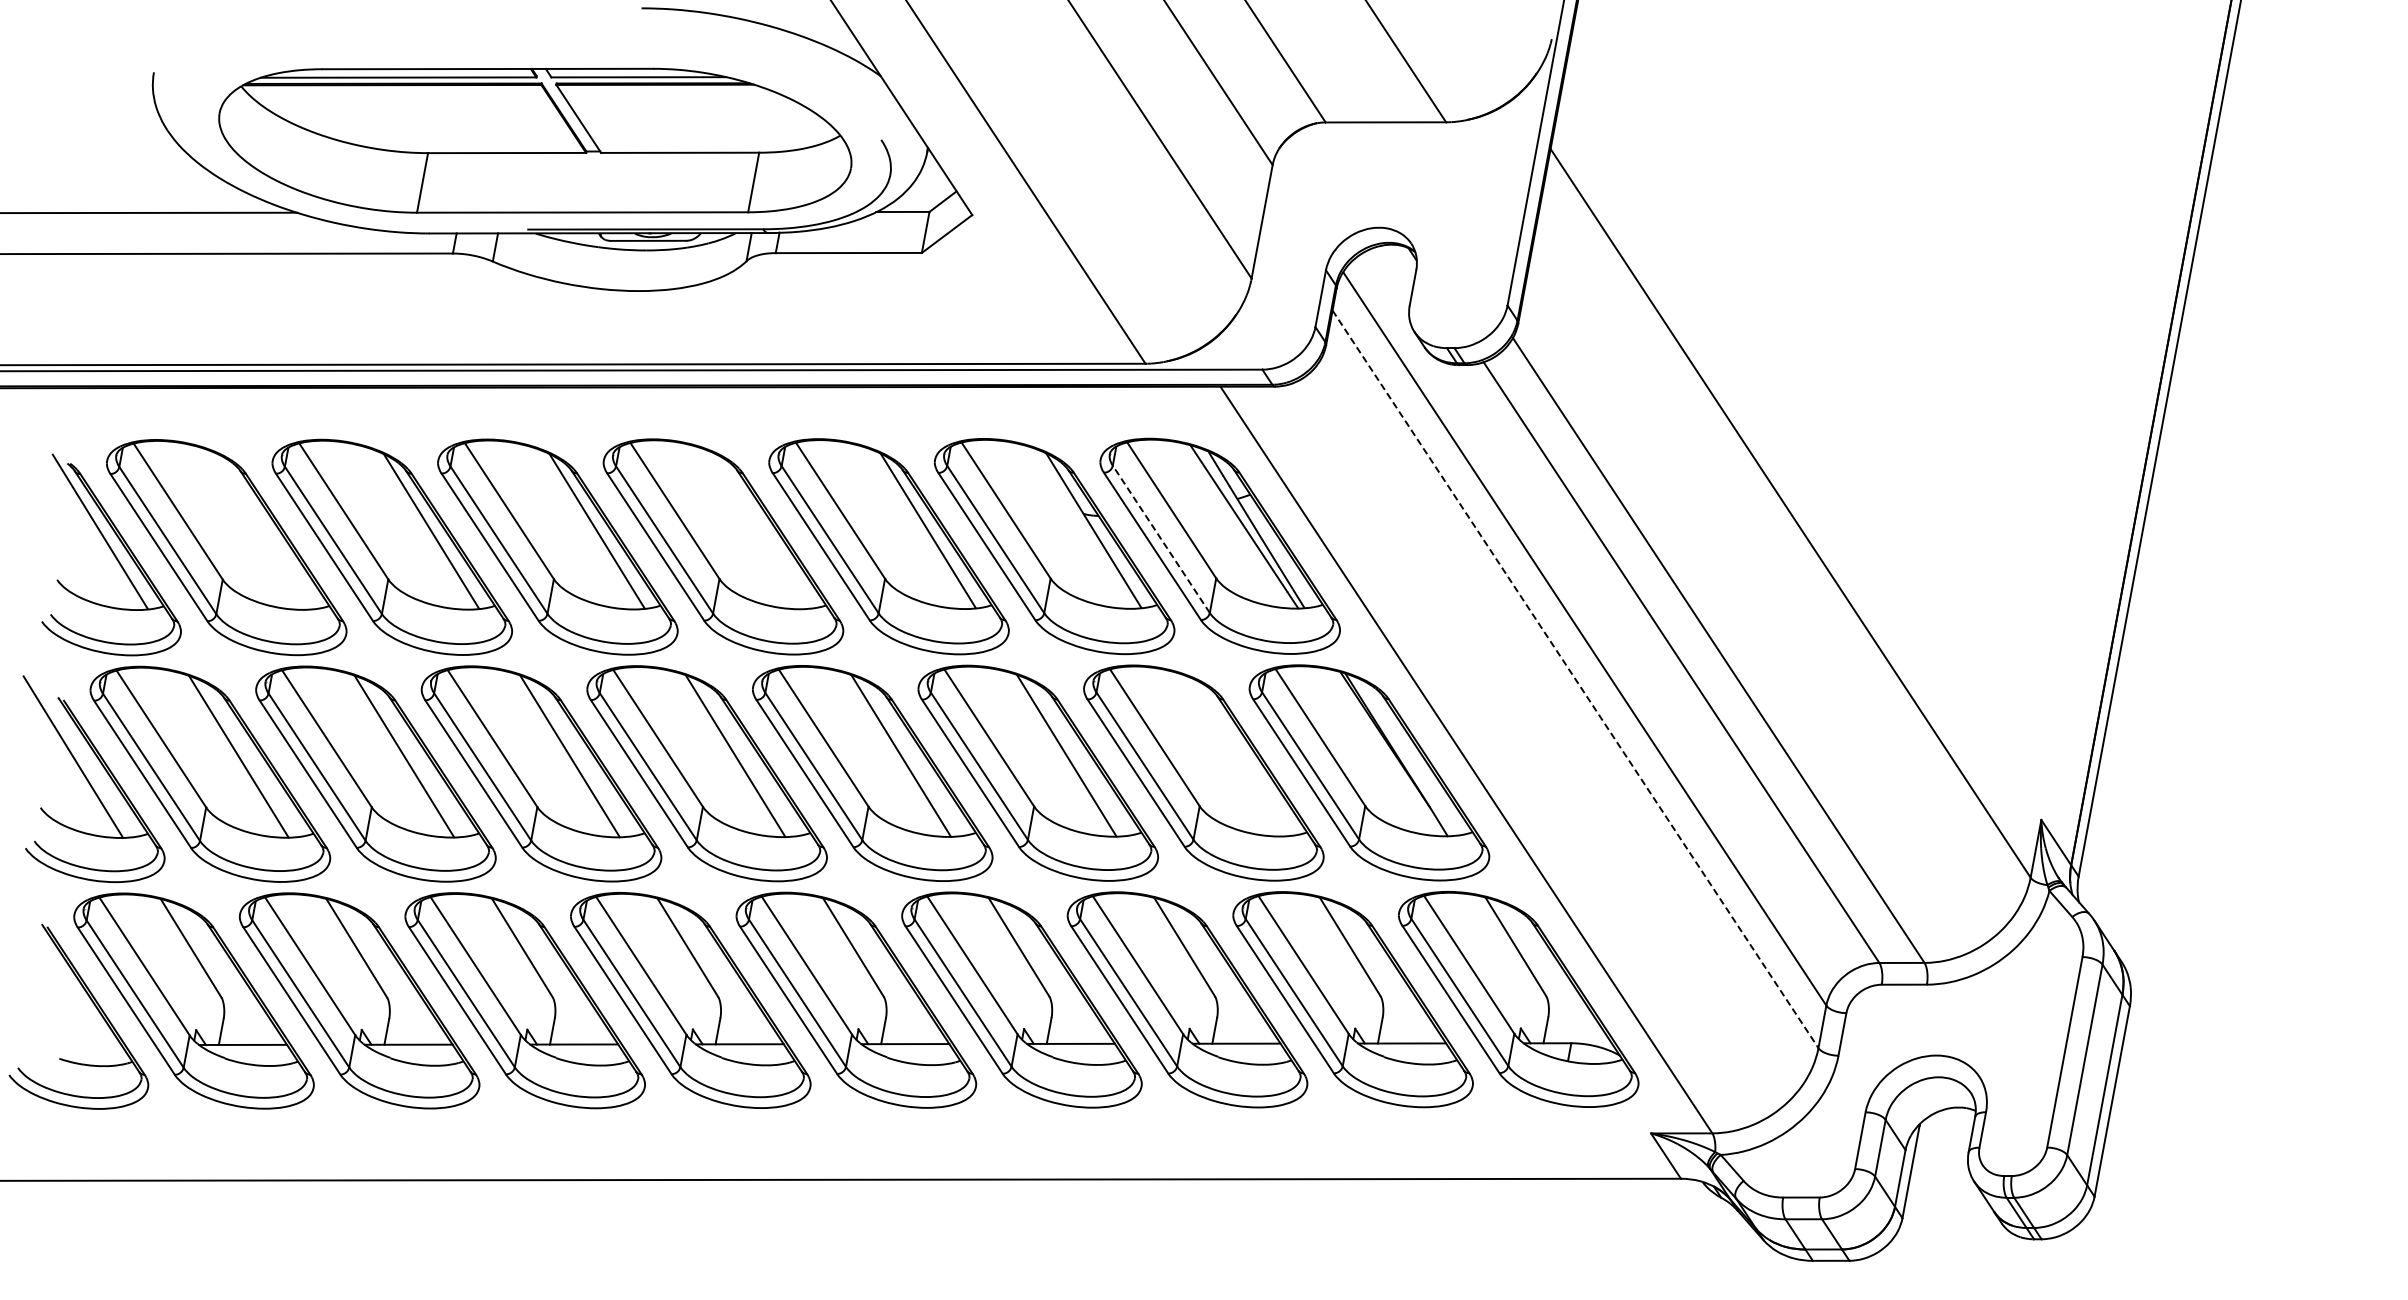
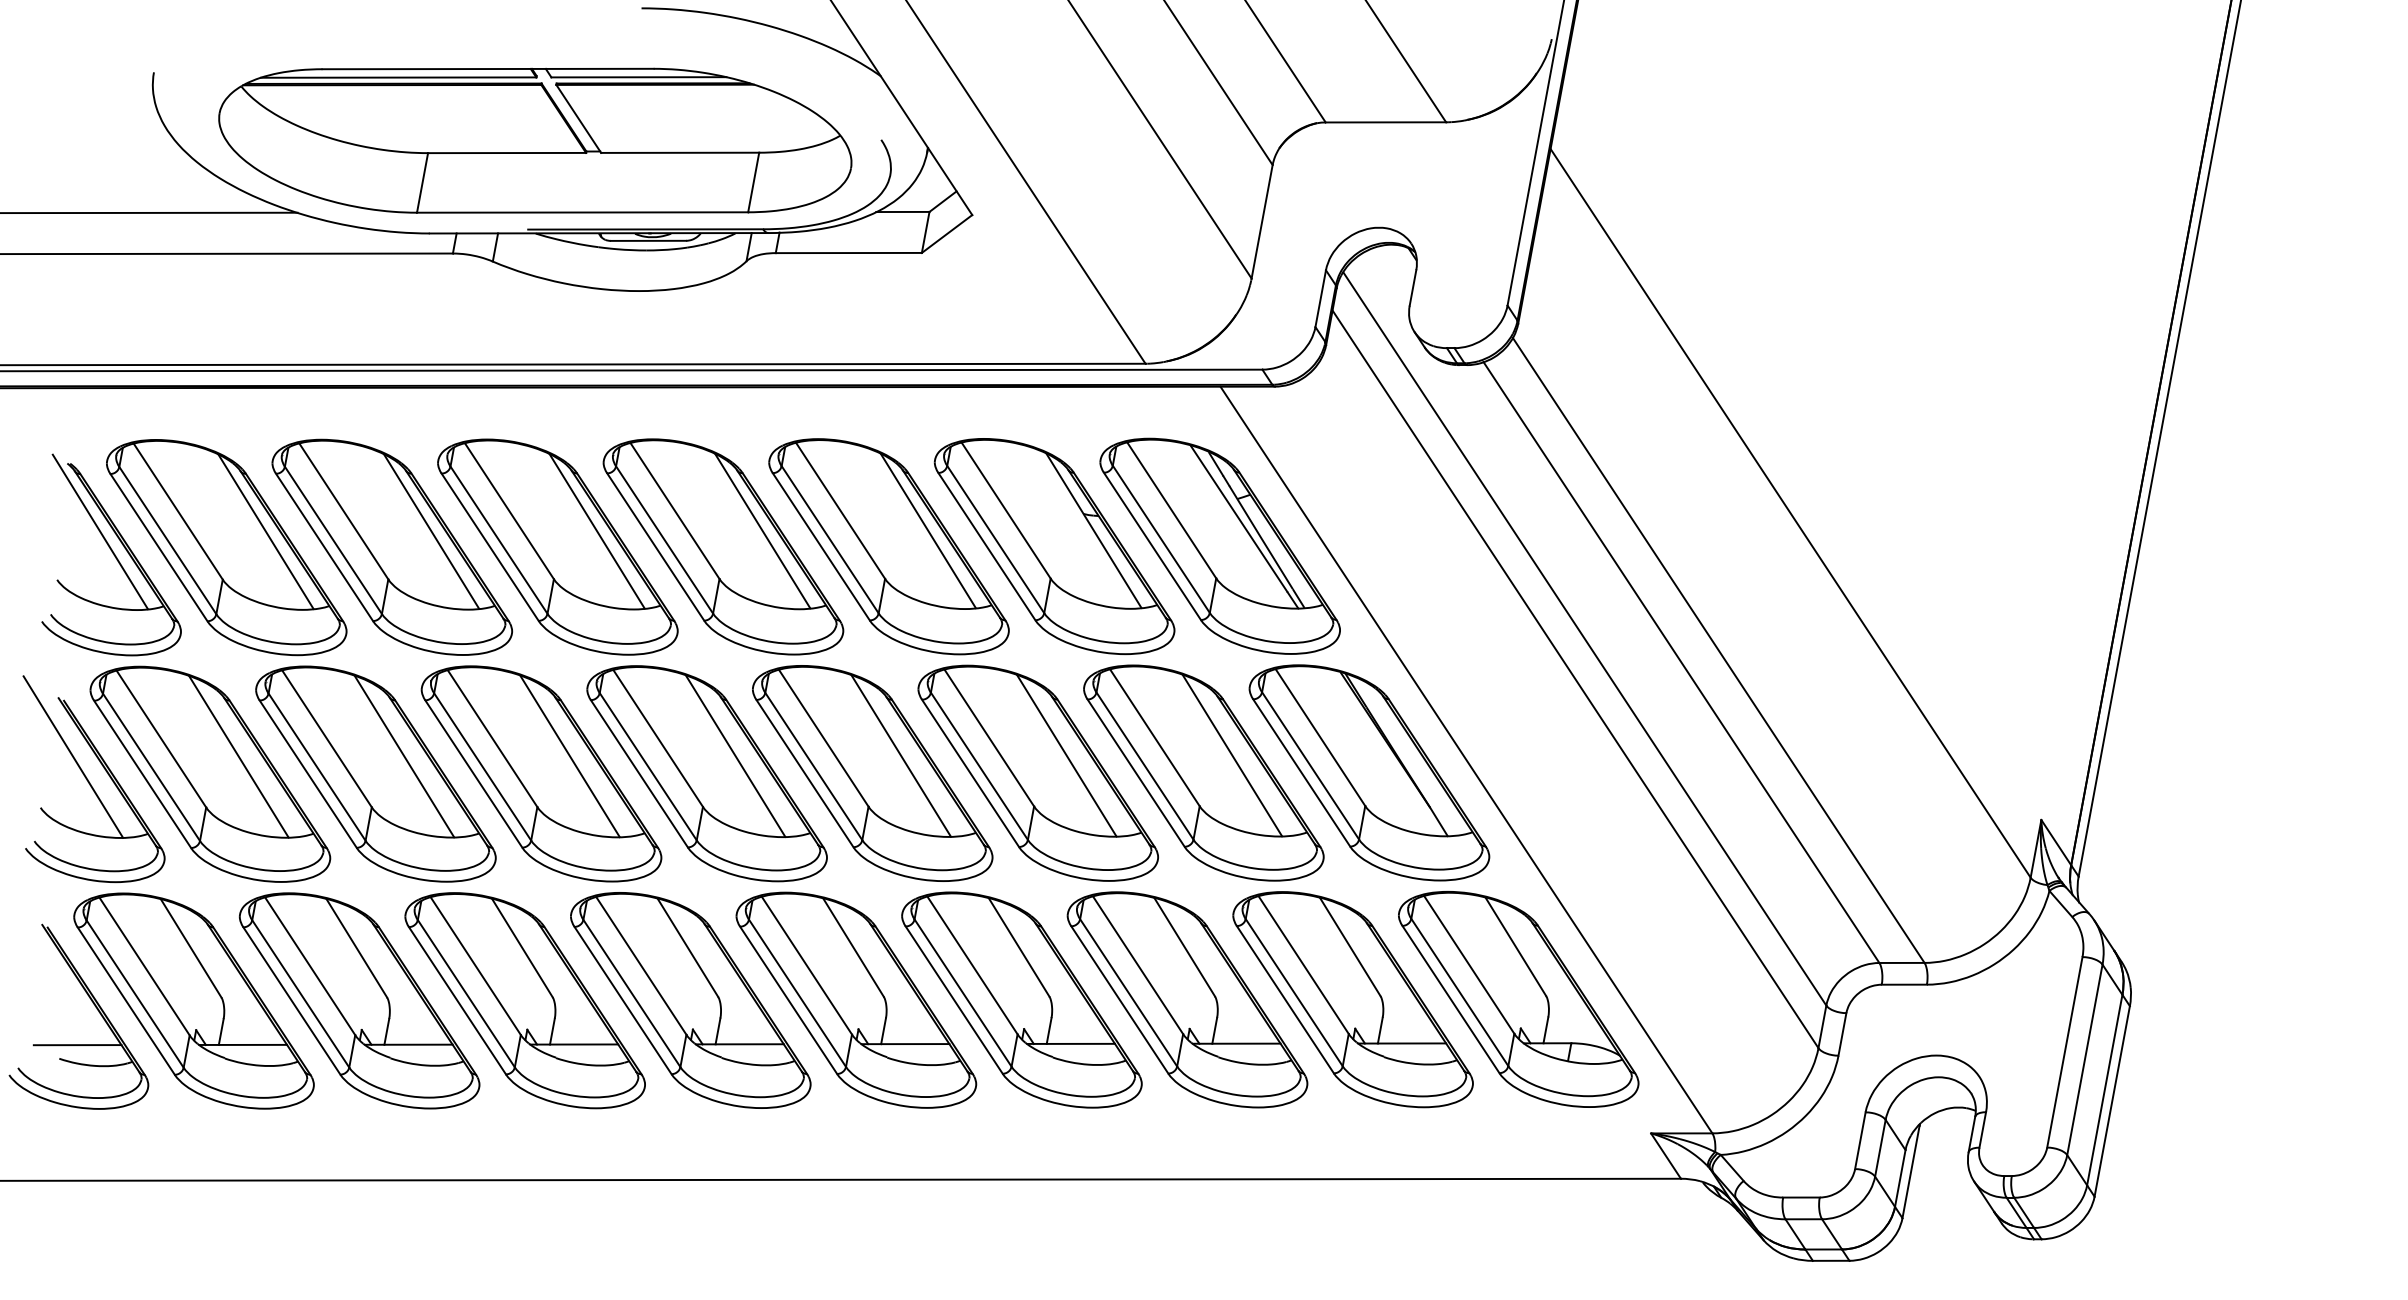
line at (762, 530): none -> present
line at (265, 531): none -> present
line at (1161, 538): dashed -> solid
line at (1575, 679): dashed -> solid
line at (1232, 755): none -> present
line at (77, 1045): none -> present
